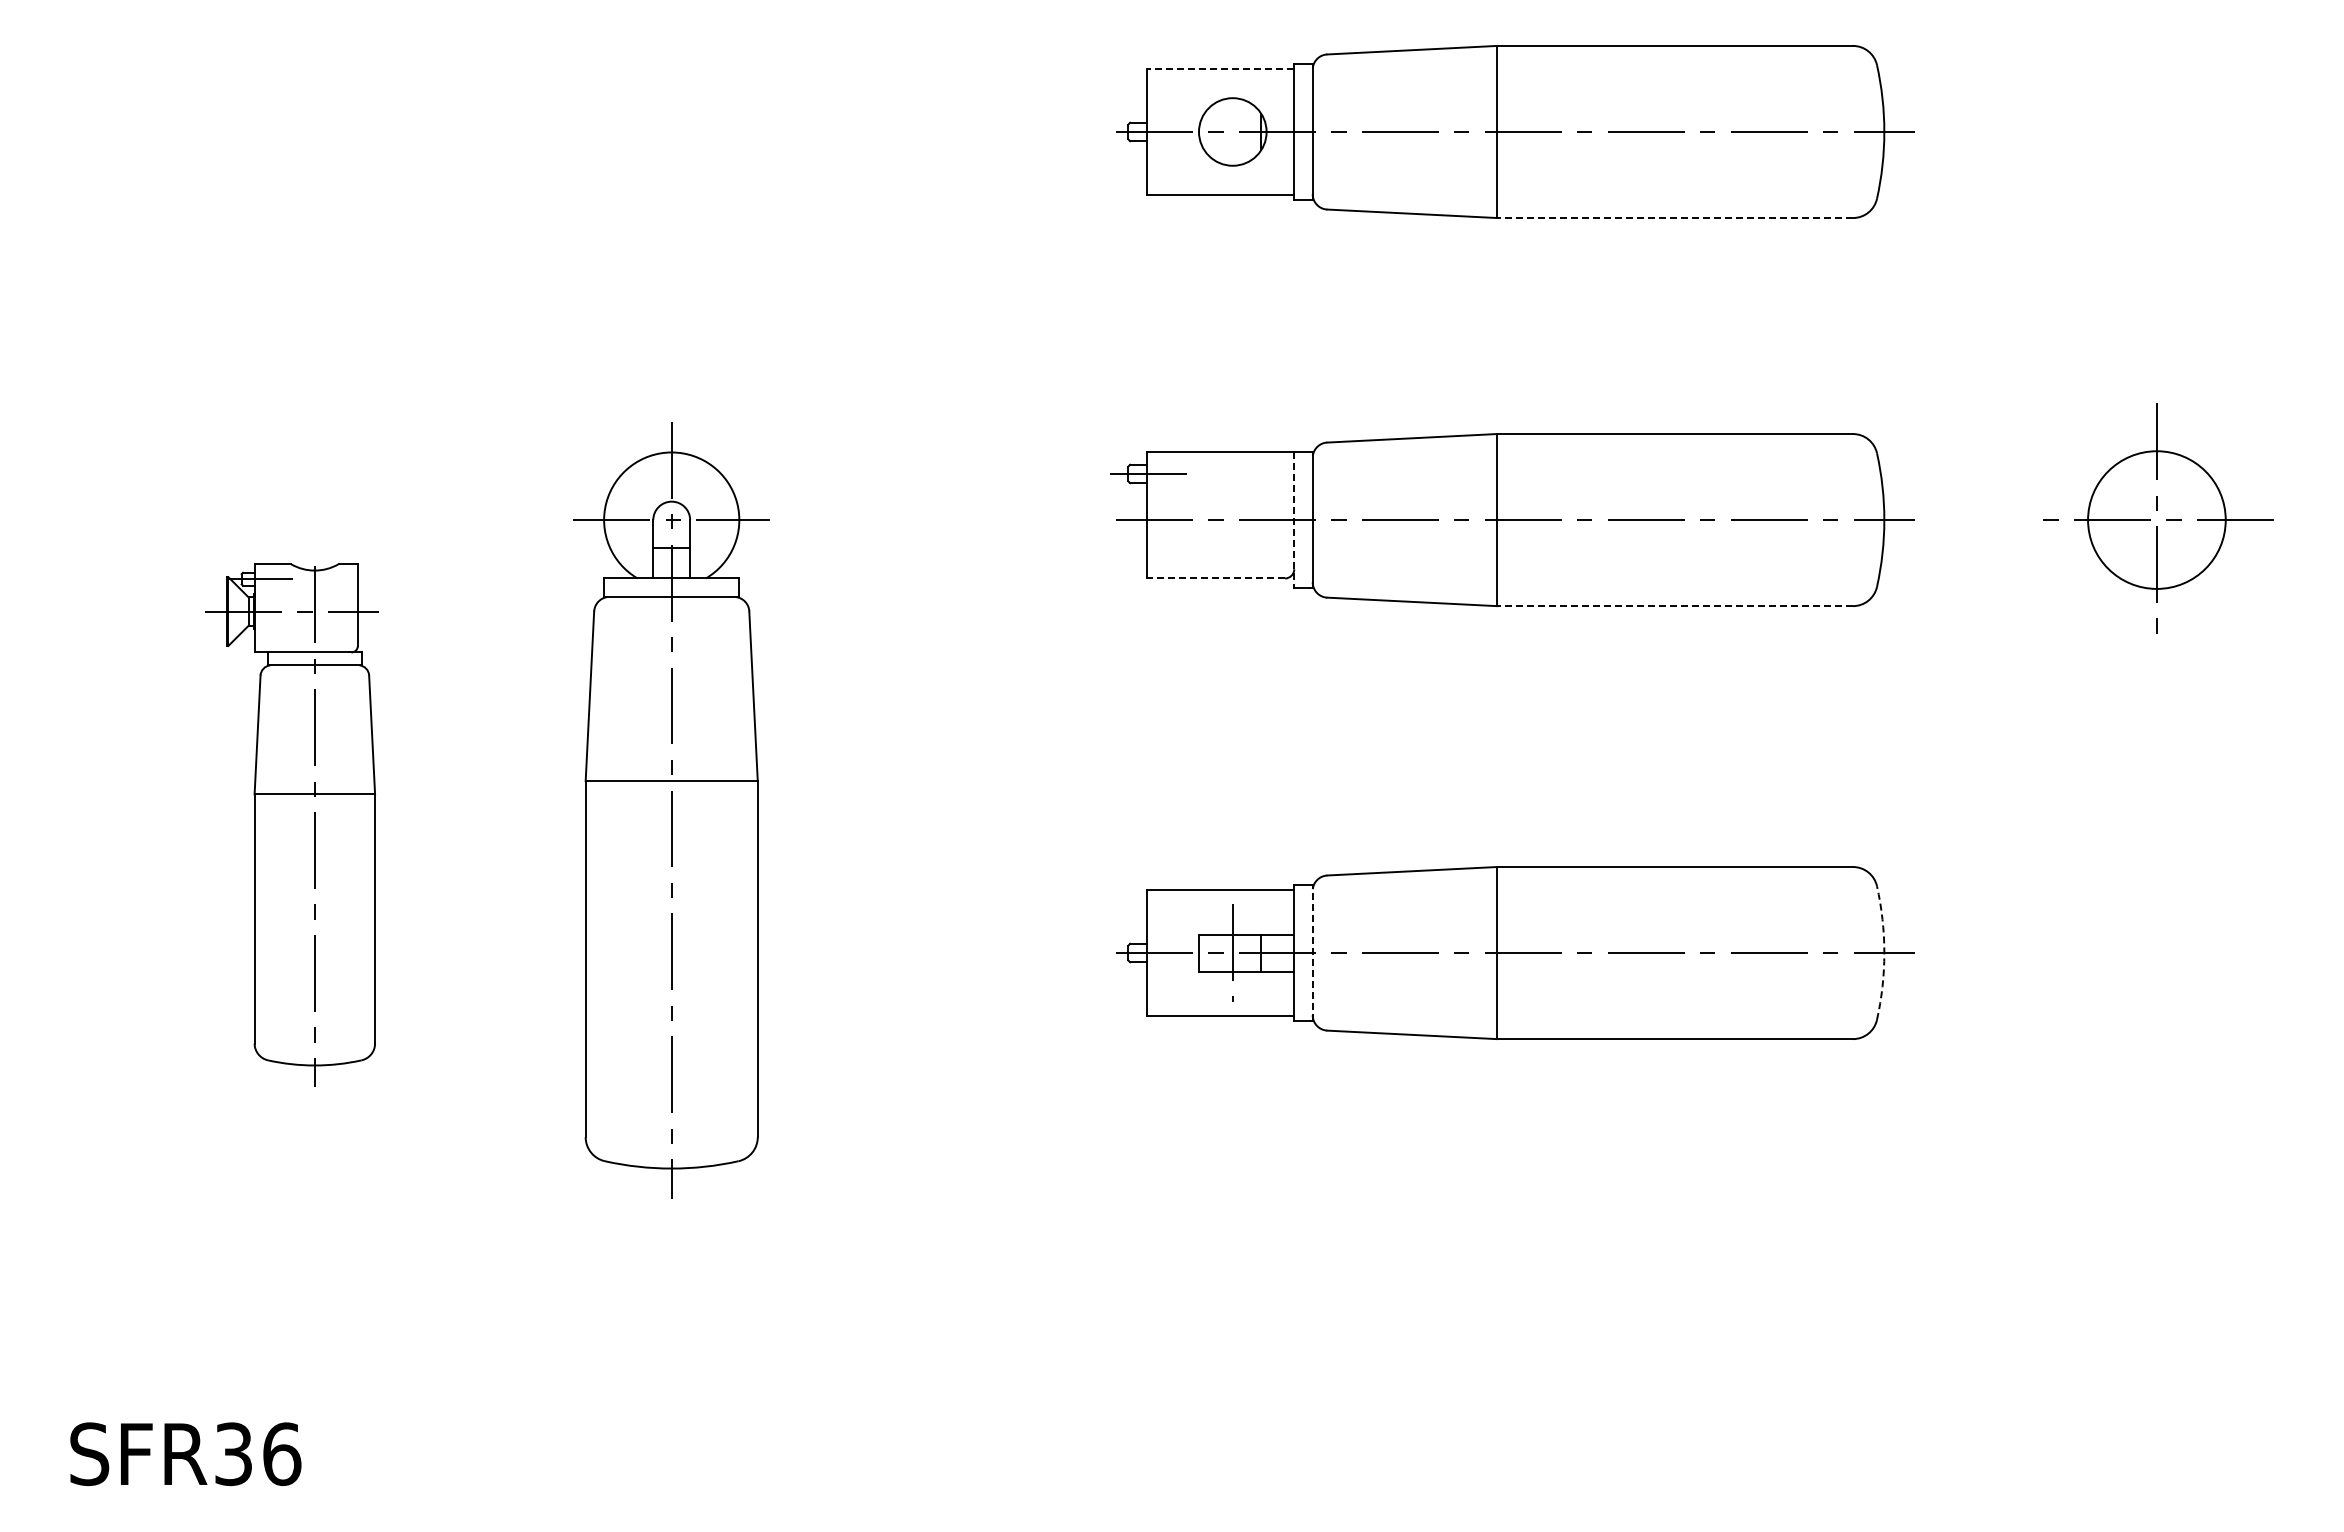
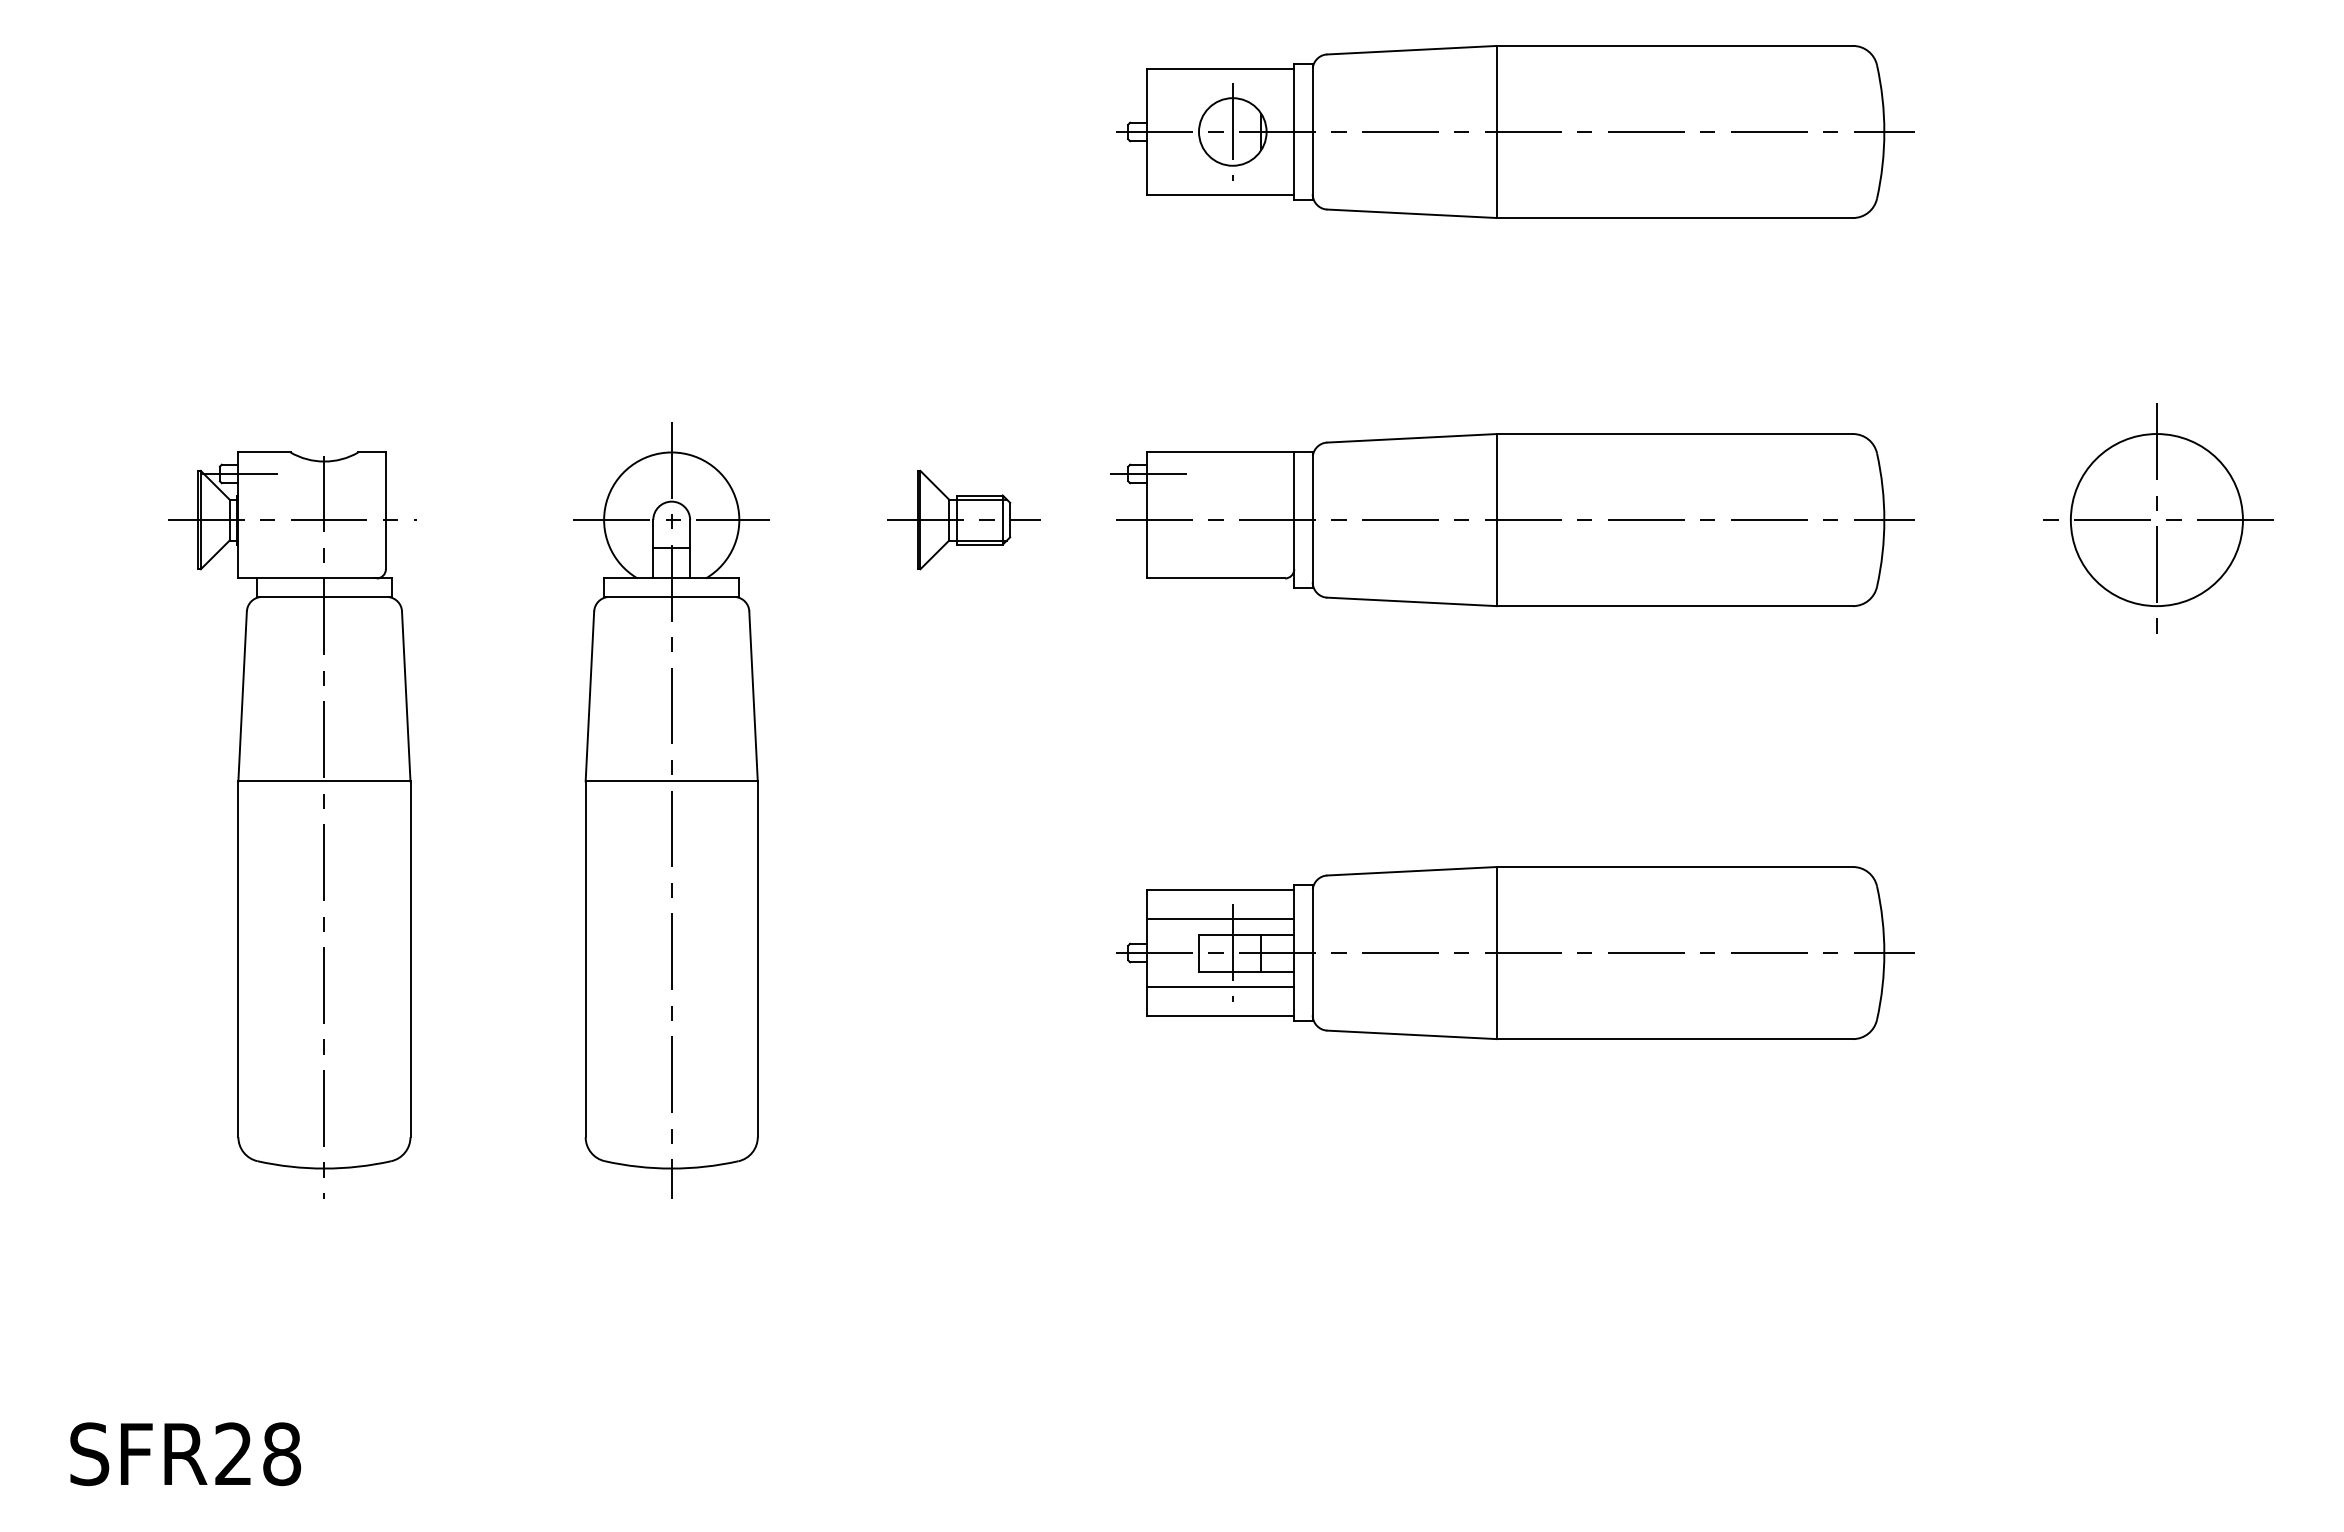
line at (1220, 68): dashed -> solid
line at (1232, 131): none -> present
line at (1675, 218): dashed -> solid
part at (963, 519): none -> present
circle at (2156, 519) diameter: 138 px -> 172 px
line at (1294, 520): dashed -> solid
line at (1215, 578): dashed -> solid
line at (1675, 606): dashed -> solid
part at (291, 824) size: 174x524 px -> 249x748 px
line at (1220, 918): none -> present
line at (1312, 953): dashed -> solid
arc at (1884, 953): dashed -> solid
line at (1220, 987): none -> present
text at (258, 1454): SFR36 -> SFR28
